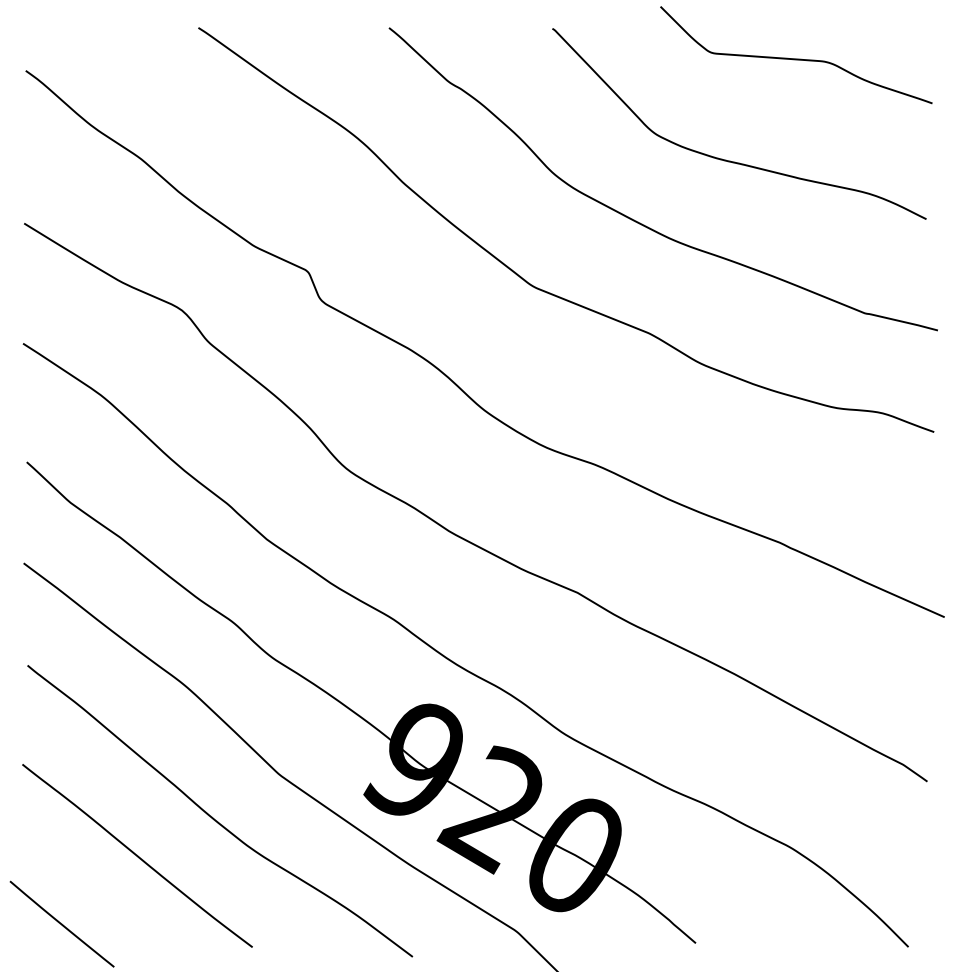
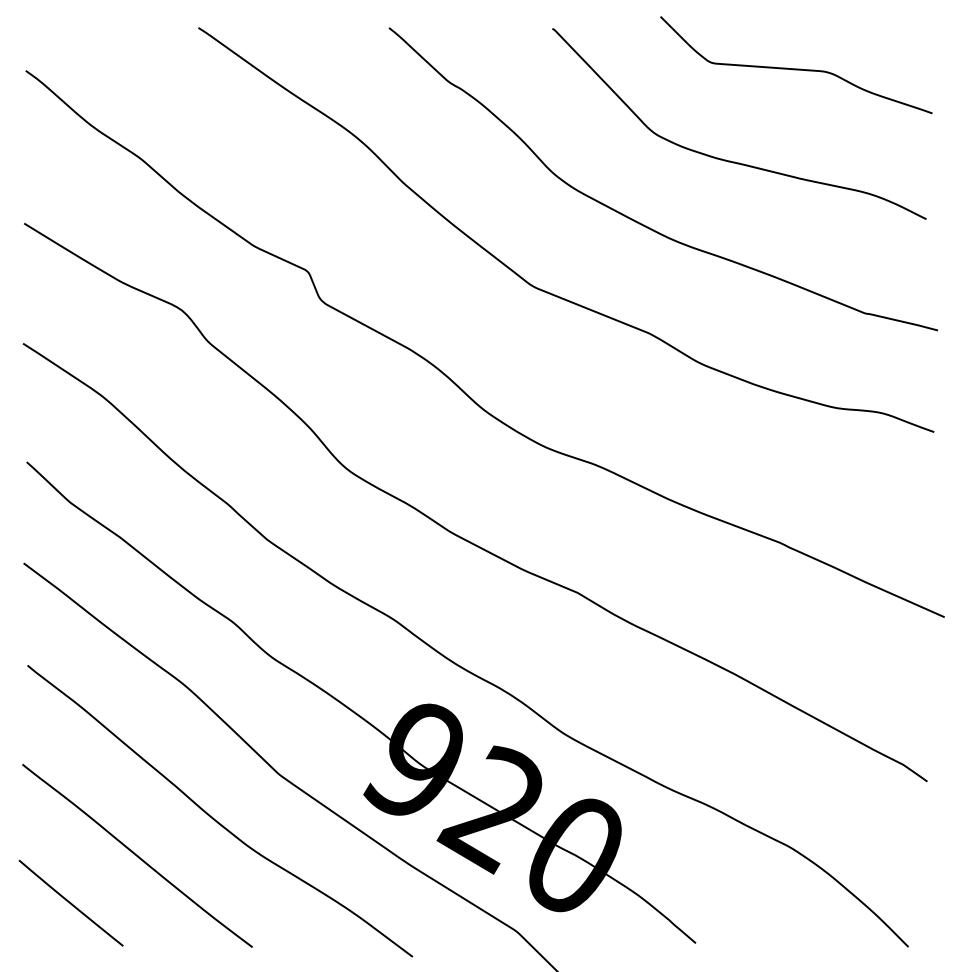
curve at (796, 58) position: (796, 58) -> (796, 68)
line at (61, 923) position: (61, 923) -> (70, 902)
